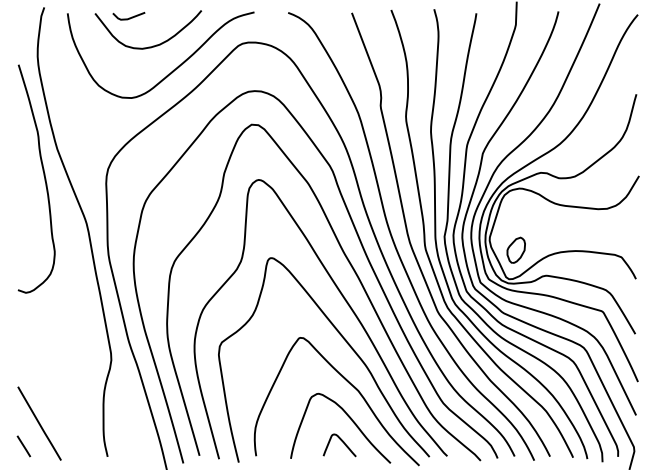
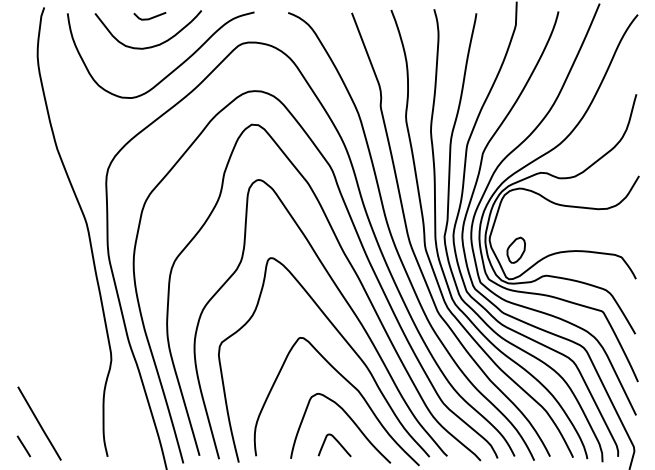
line at (129, 17) position: (129, 17) -> (150, 17)
curve at (43, 176): present -> none
curve at (342, 442) position: (342, 442) -> (337, 442)
